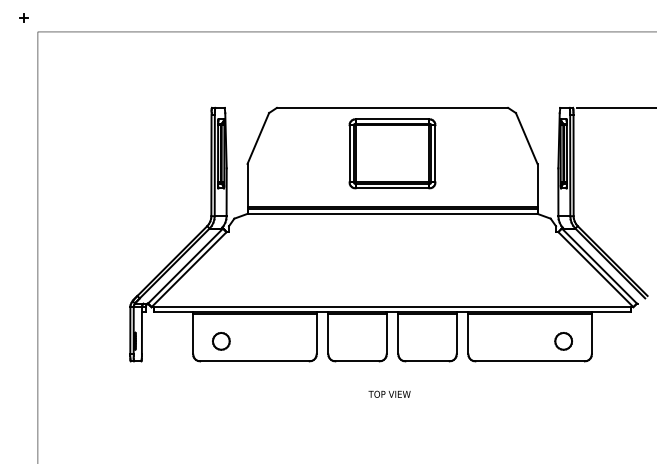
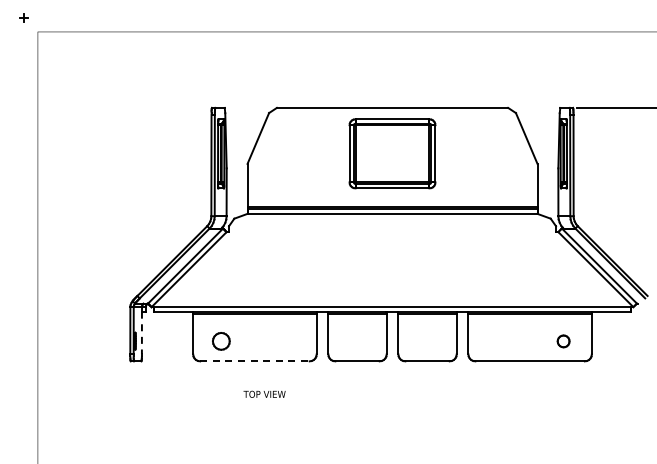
line at (141, 333): solid -> dashed
part at (563, 341) size: 19x19 px -> 15x15 px
line at (254, 361): solid -> dashed
text at (389, 393) position: (389, 393) -> (264, 393)
